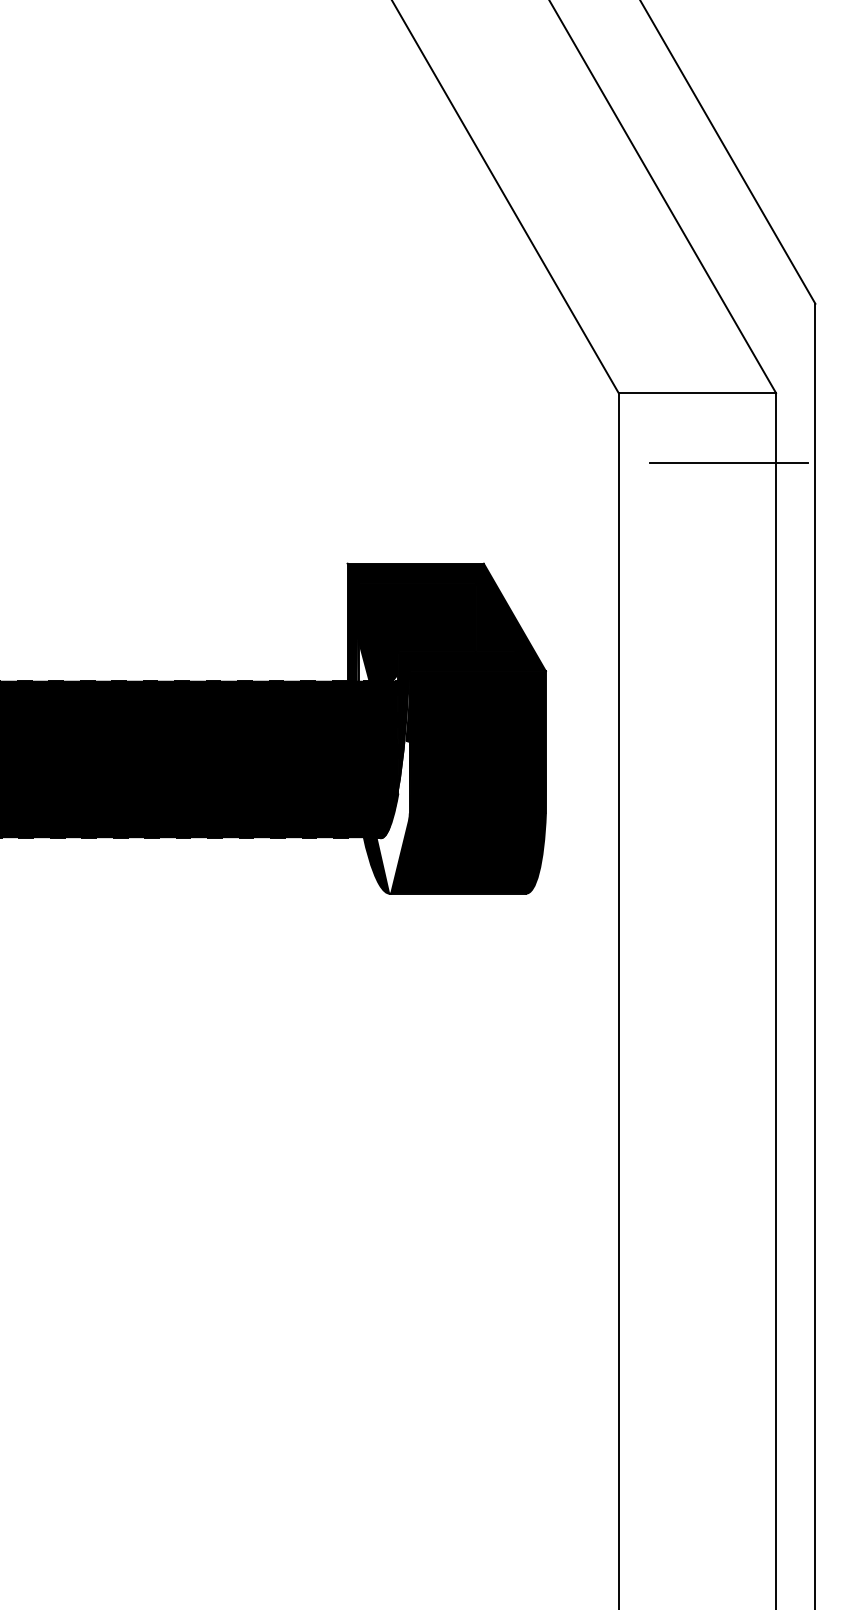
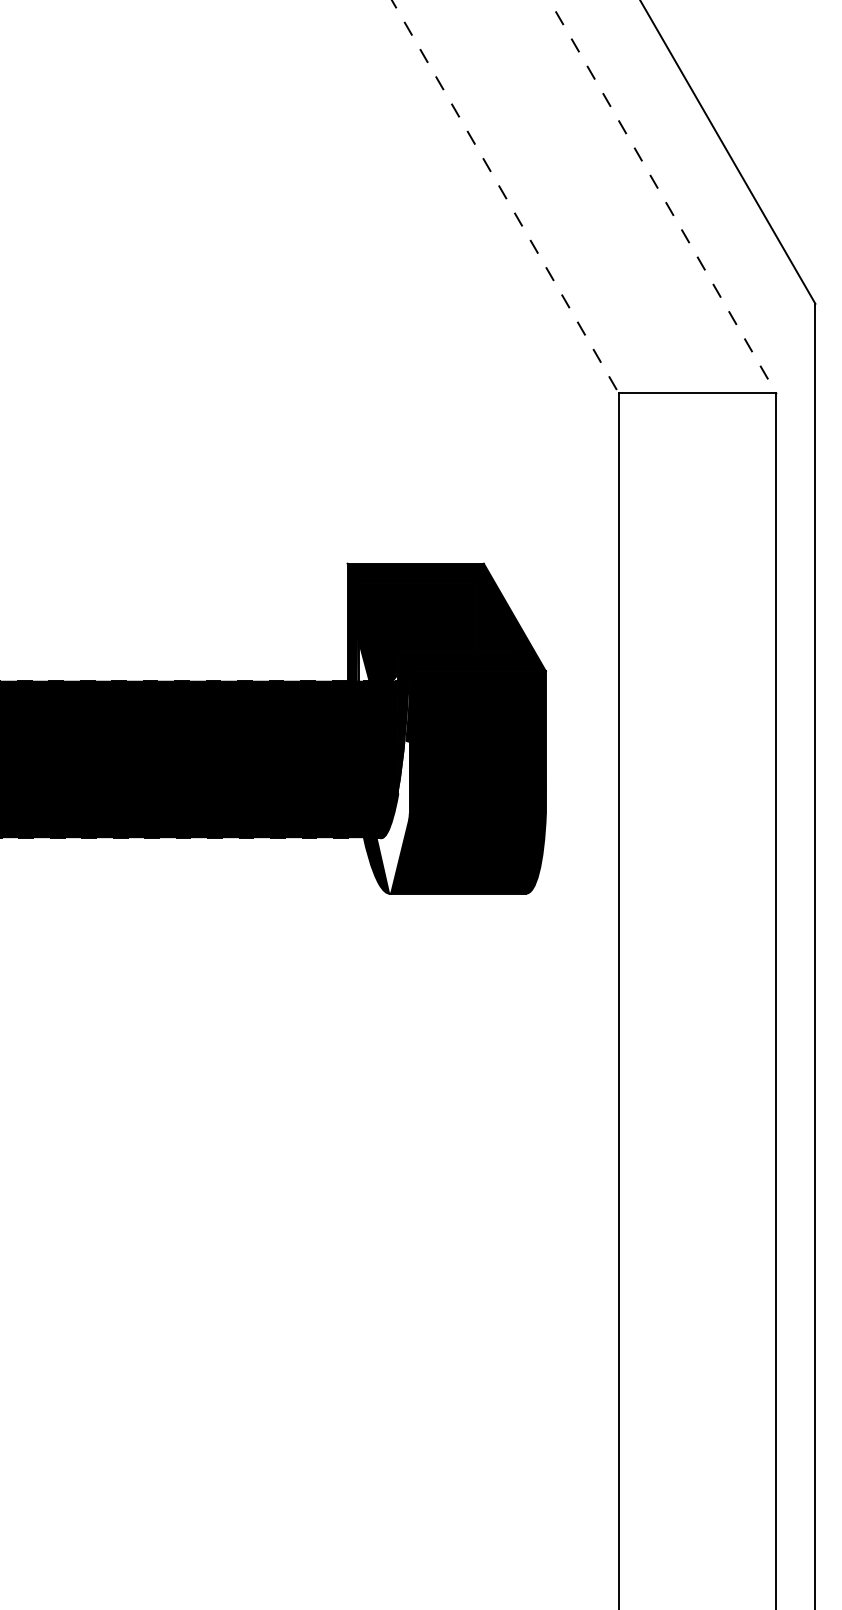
line at (505, 197): solid -> dashed
line at (663, 197): solid -> dashed
line at (728, 462): present -> none
